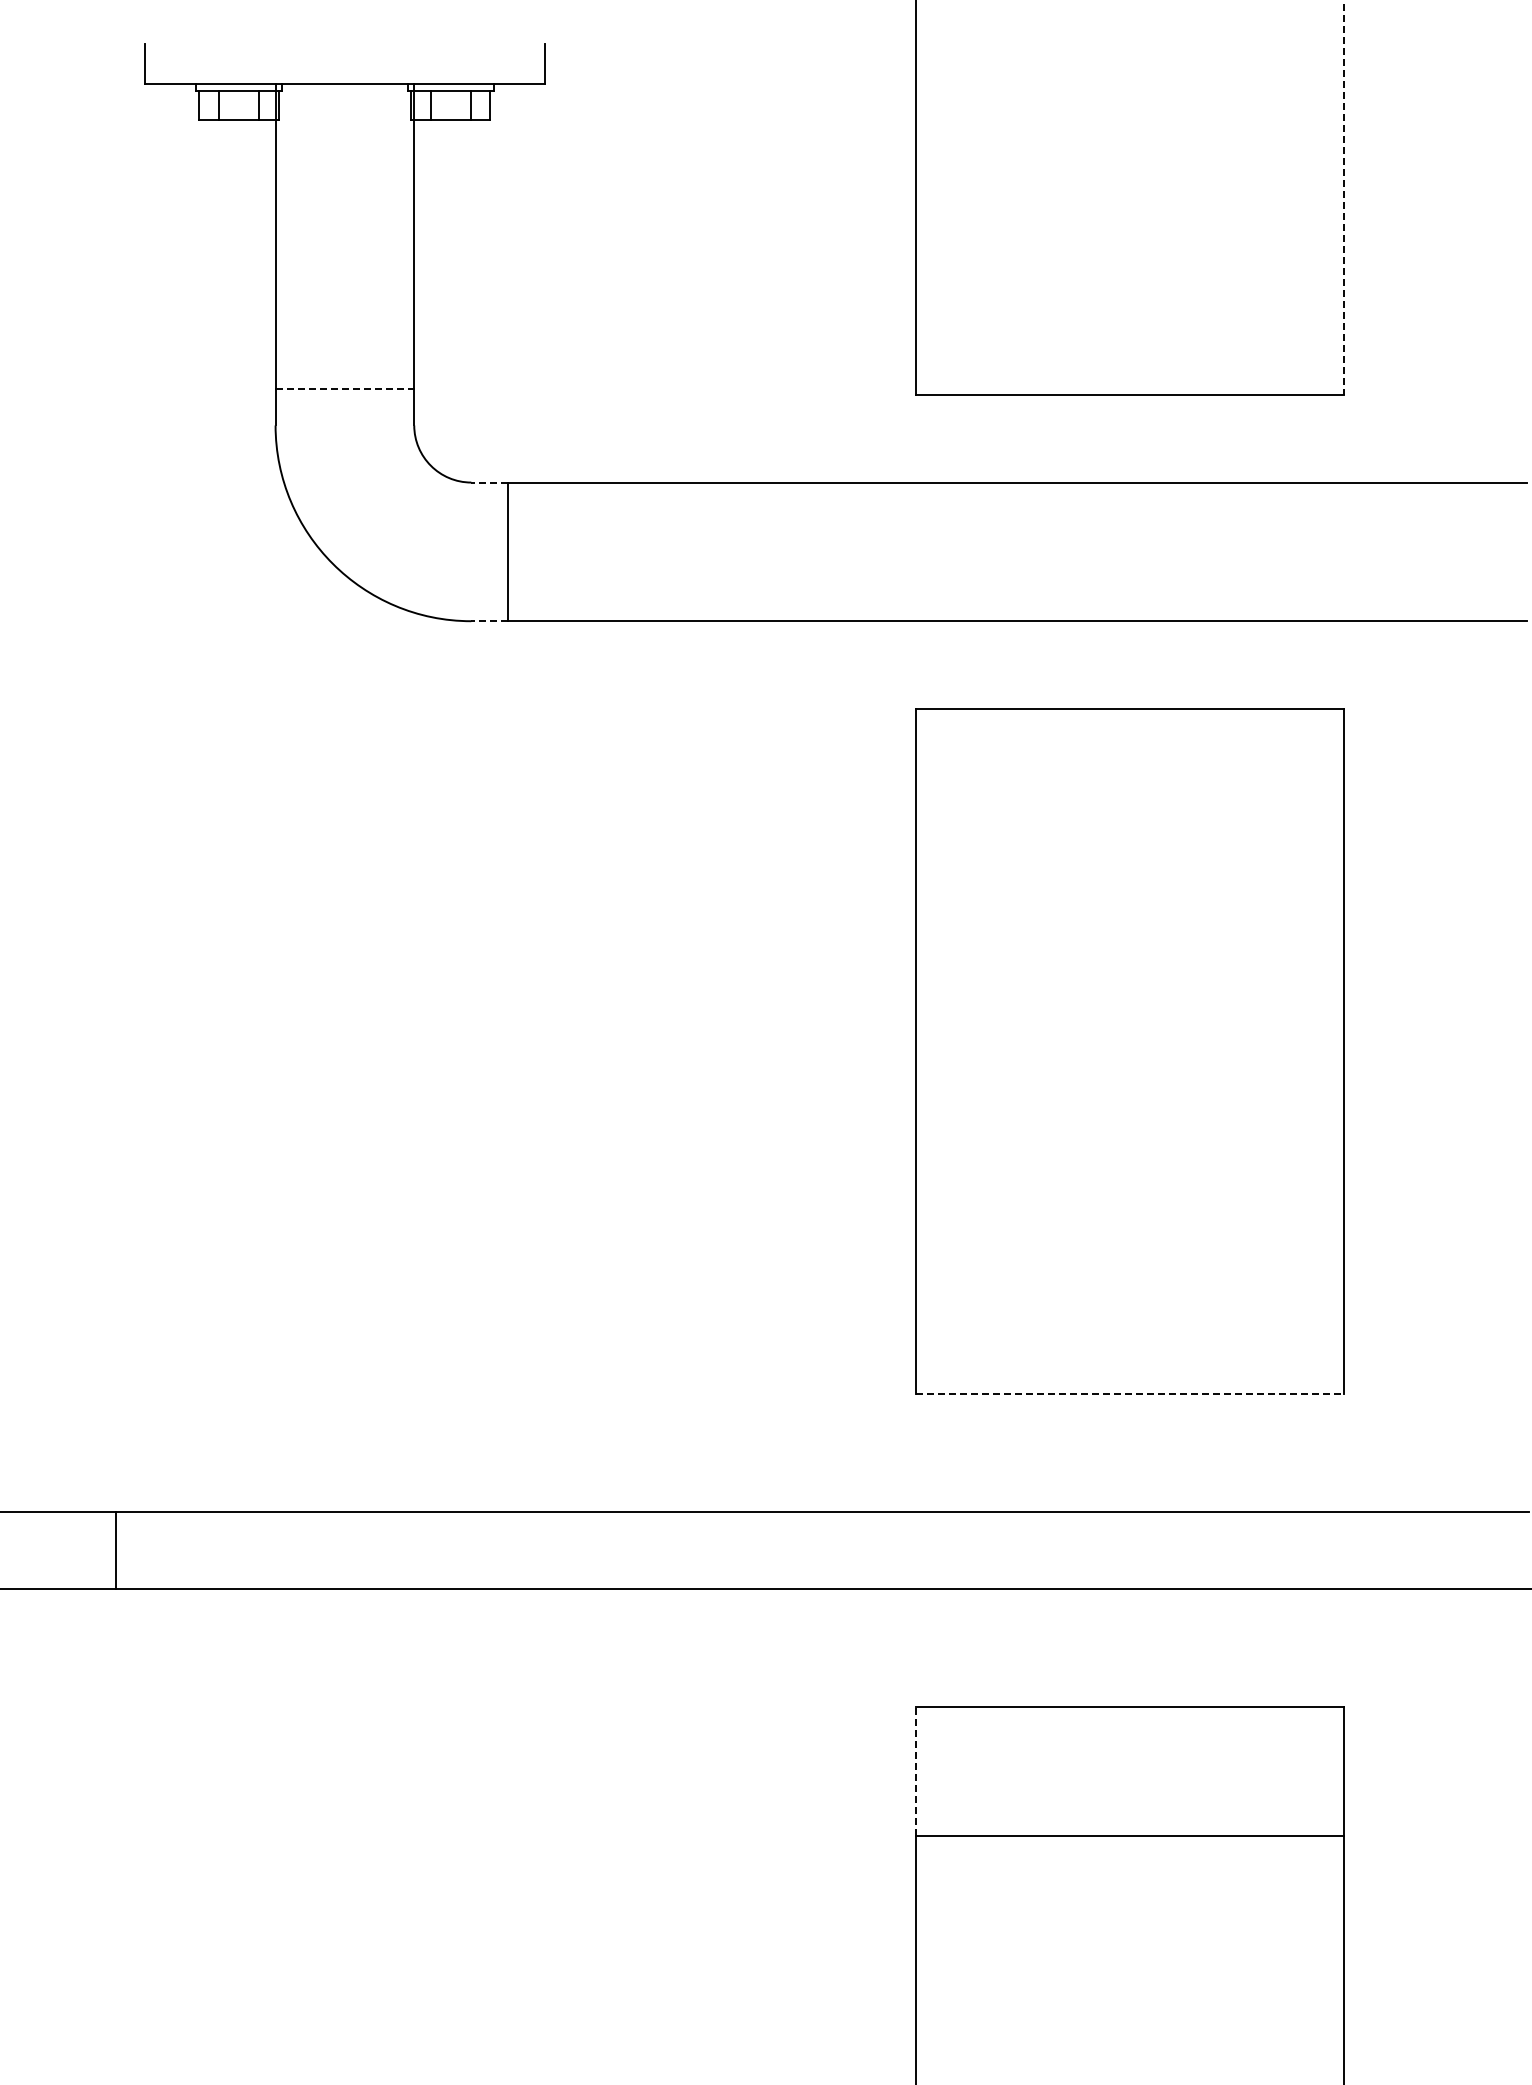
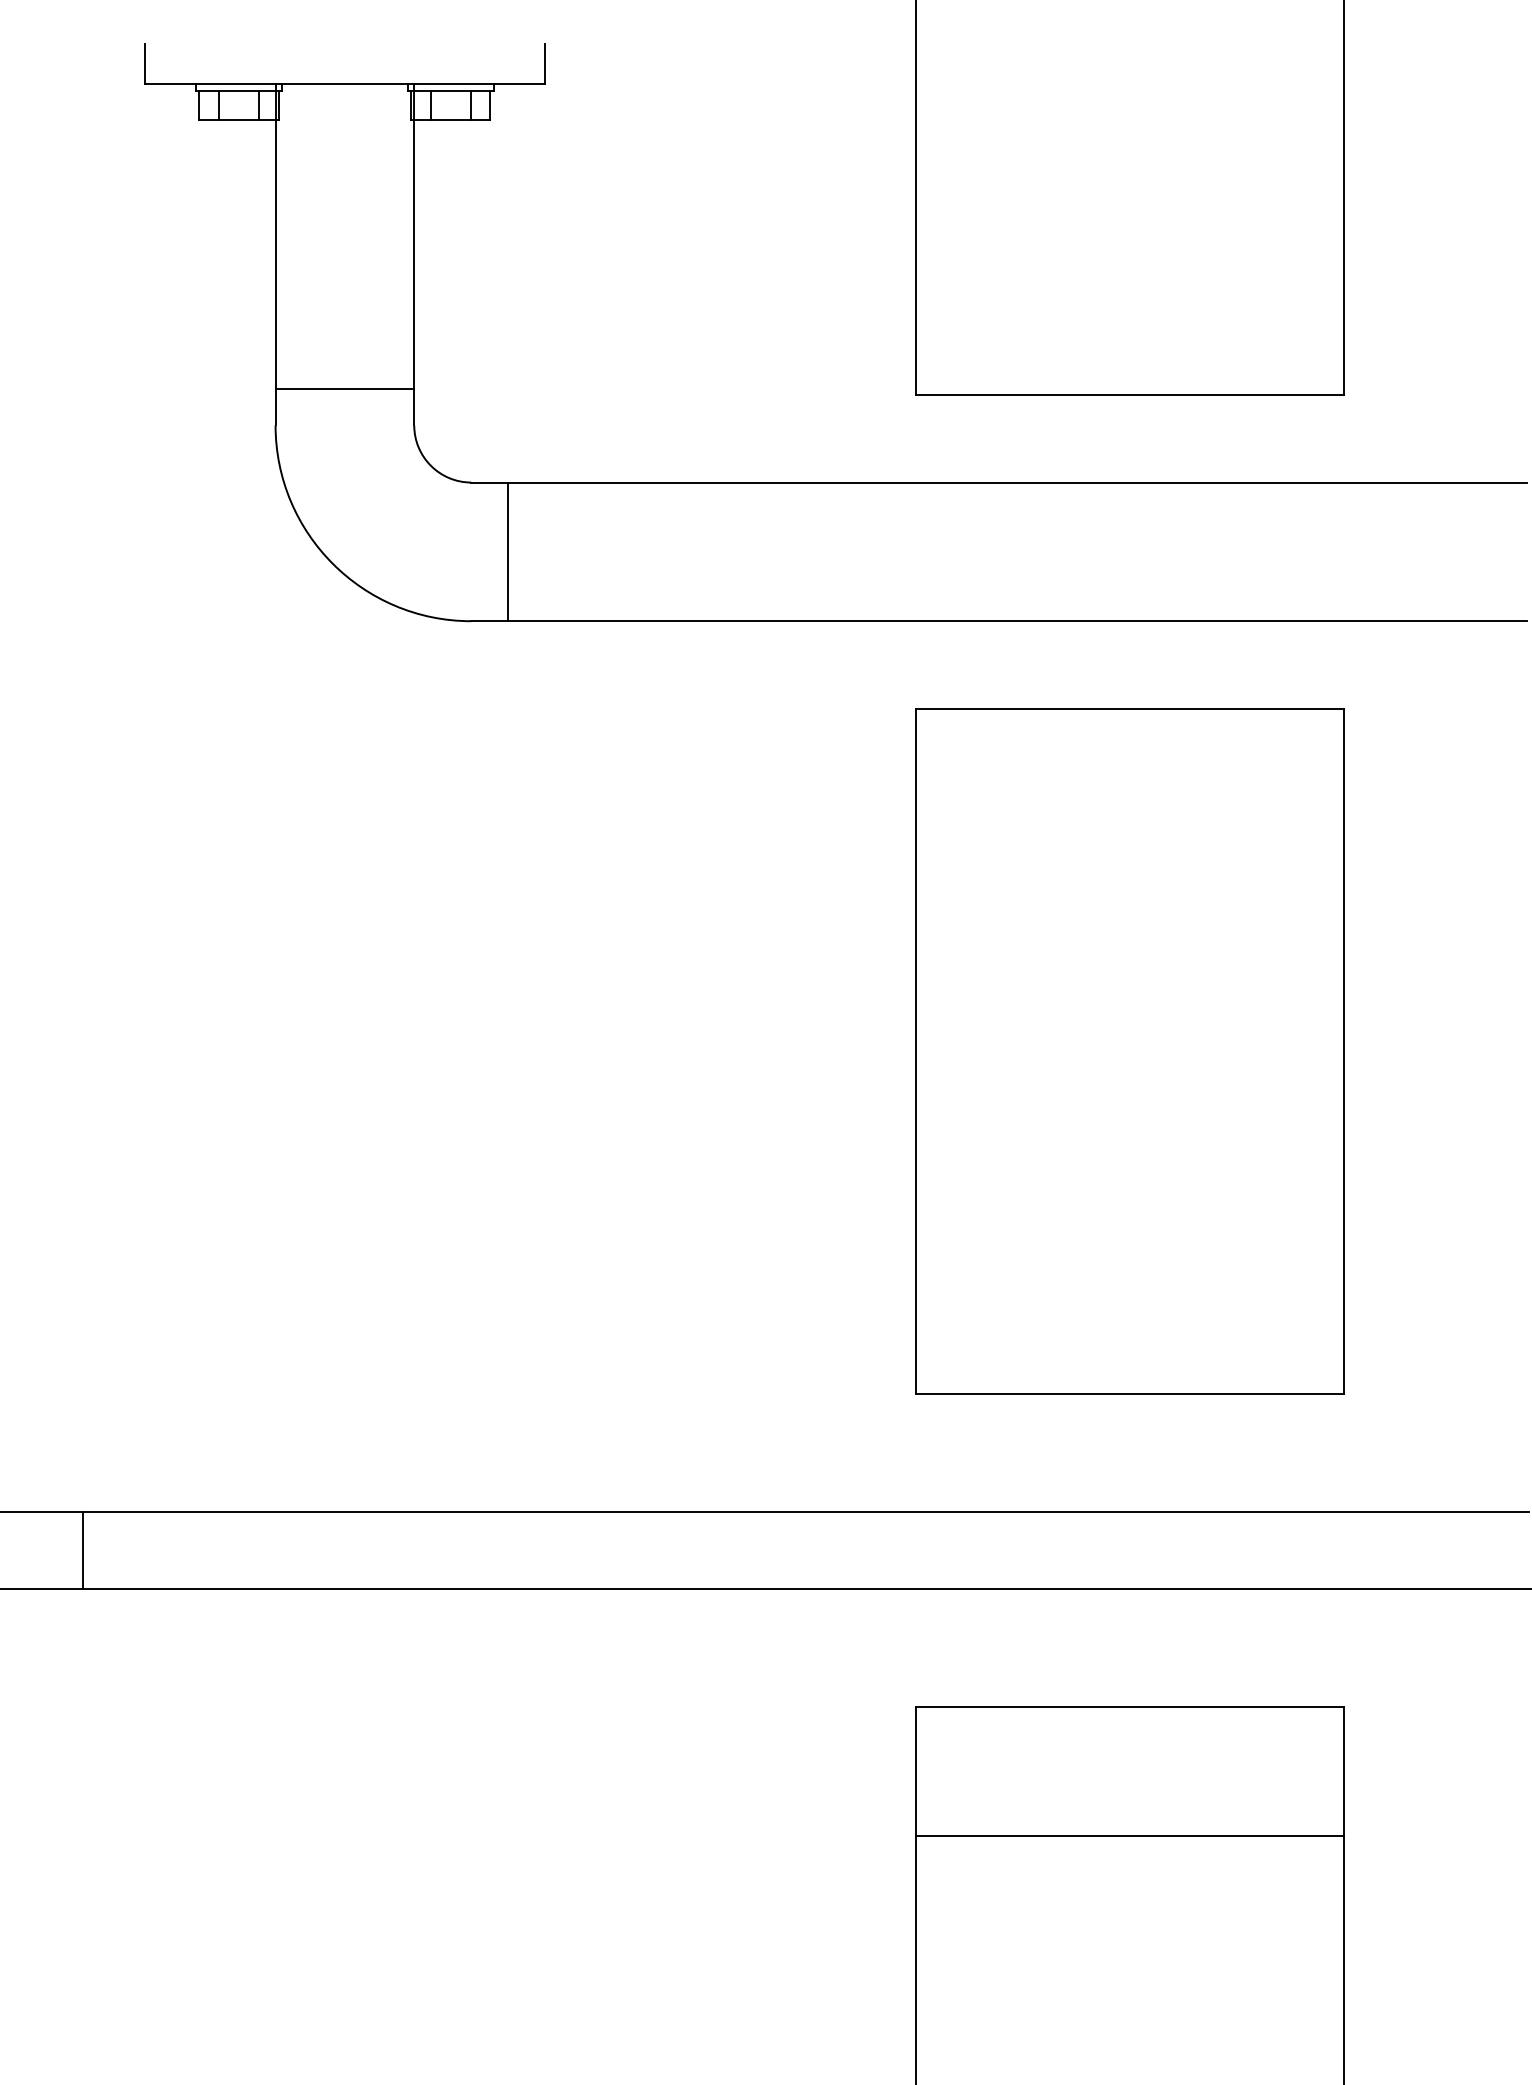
line at (1343, 198): dashed -> solid
line at (345, 388): dashed -> solid
line at (489, 482): dashed -> solid
line at (489, 621): dashed -> solid
line at (1129, 1393): dashed -> solid
line at (115, 1550) position: (115, 1550) -> (82, 1550)
line at (915, 1771): dashed -> solid
